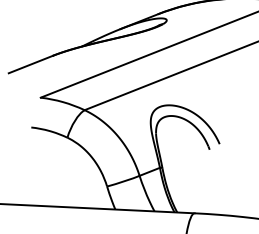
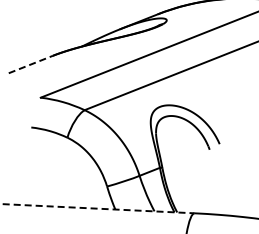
line at (30, 64): solid -> dashed
line at (97, 208): solid -> dashed
